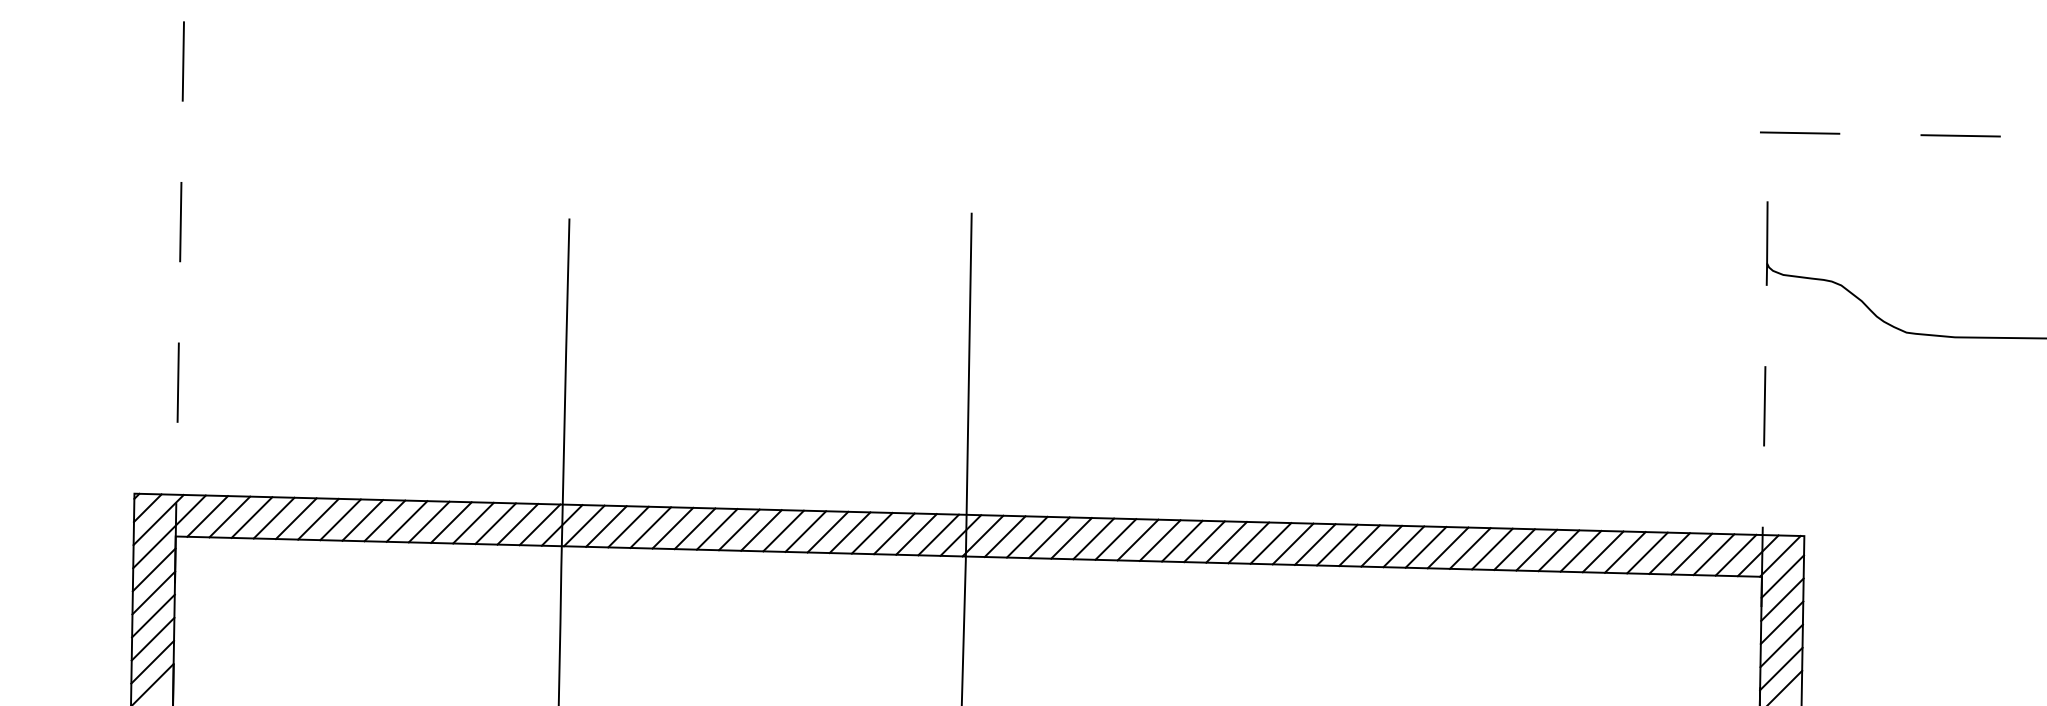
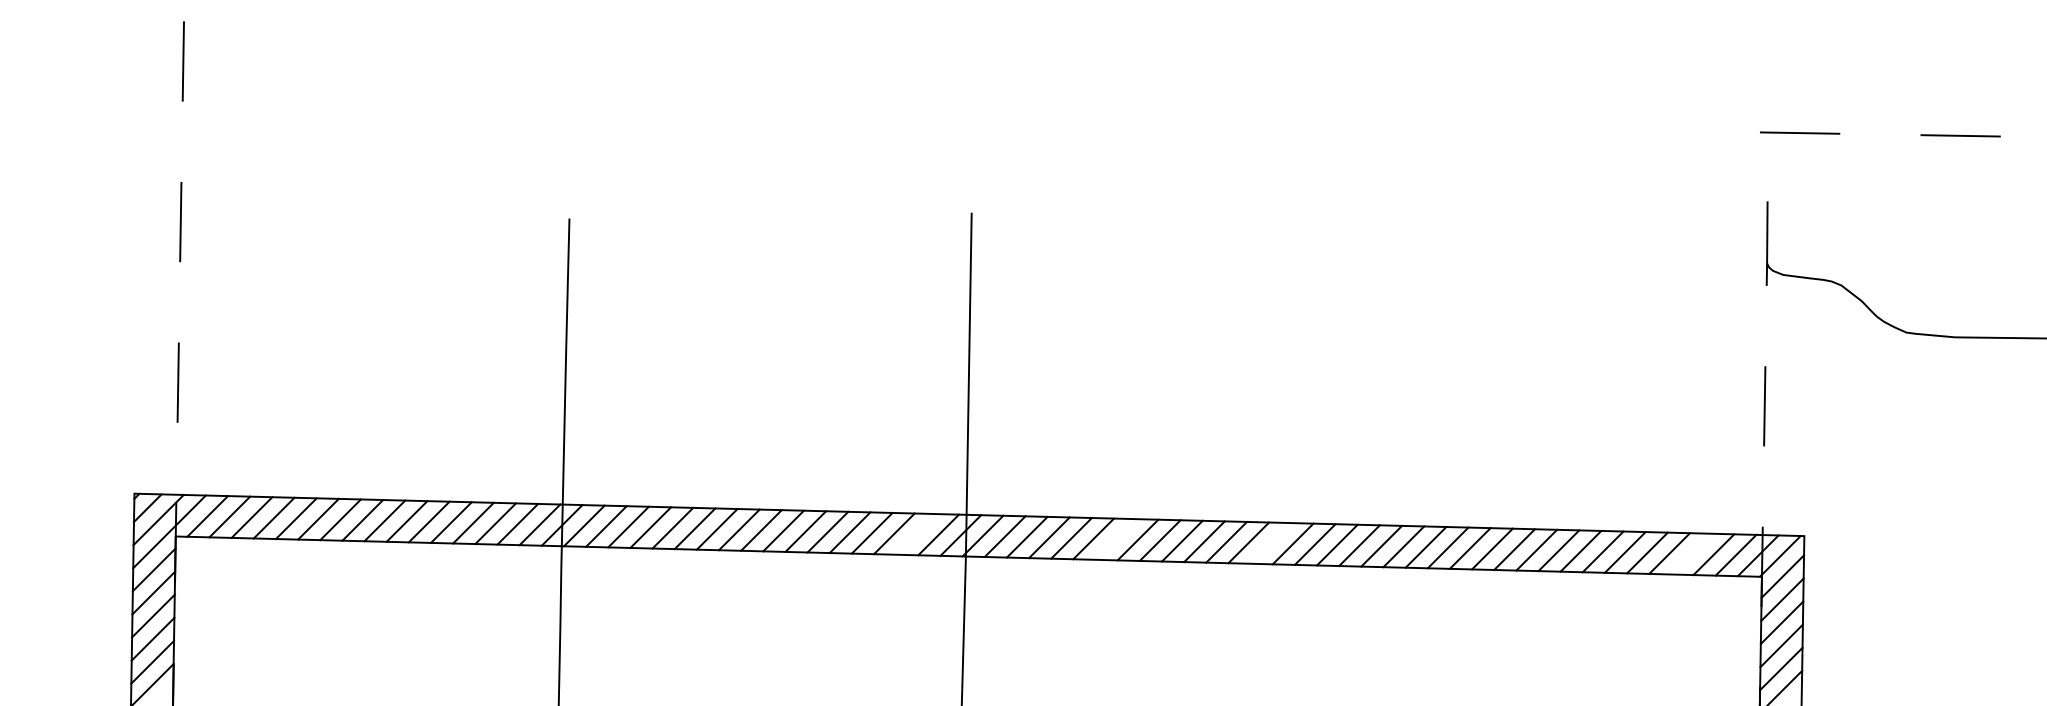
line at (916, 534): present -> none
line at (1115, 539): present -> none
line at (1270, 543): present -> none
line at (1691, 553): present -> none
